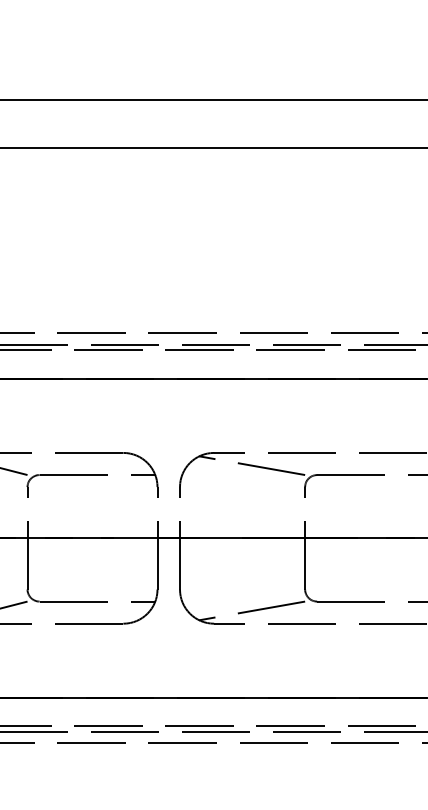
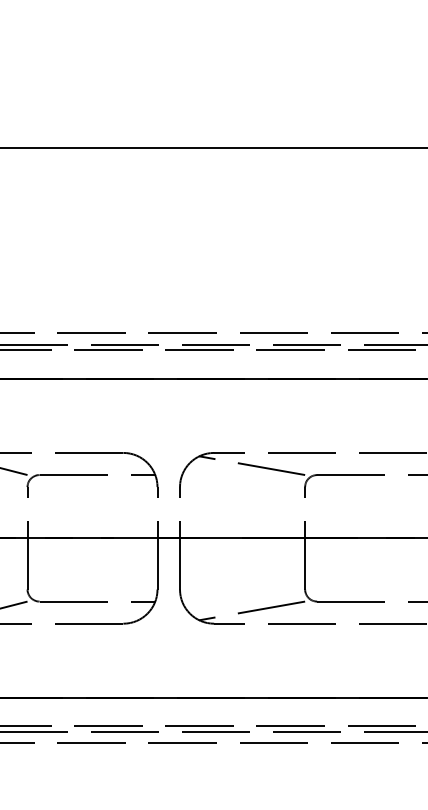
line at (213, 100): present -> none
